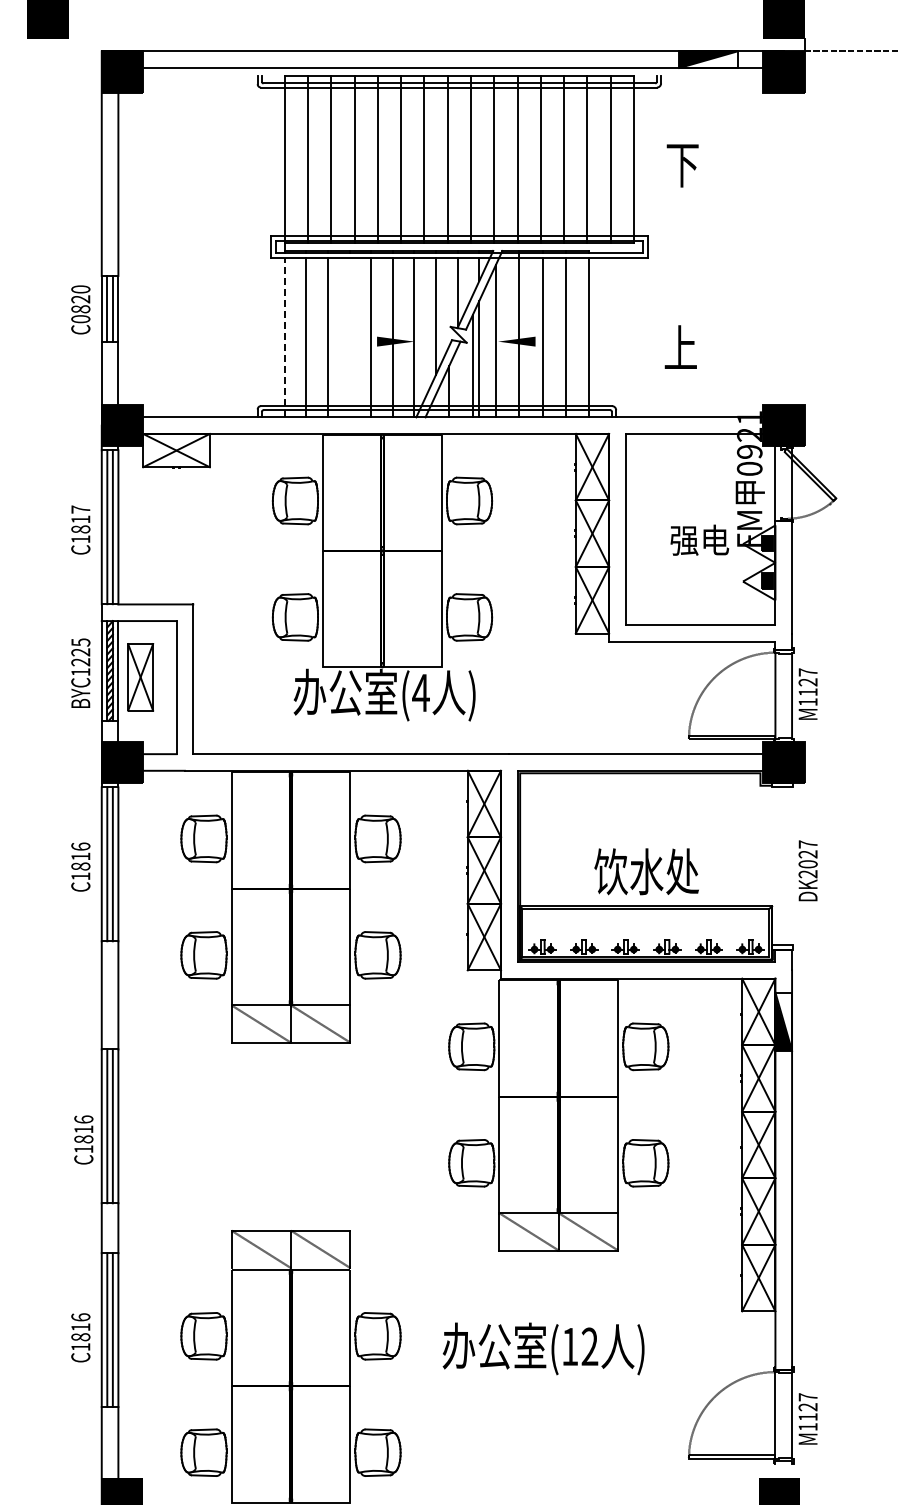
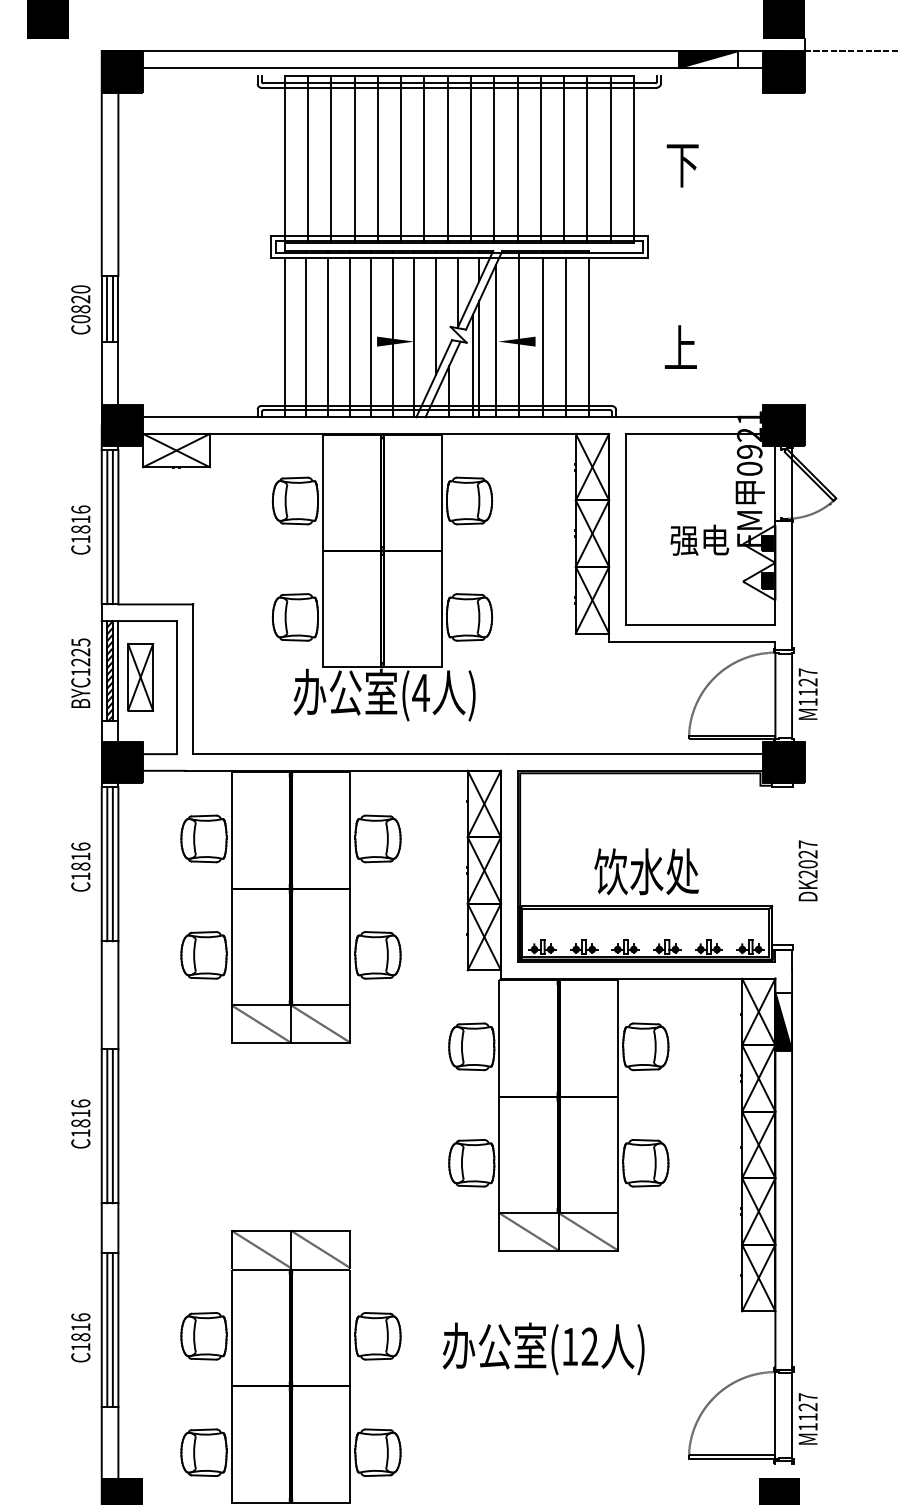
line at (284, 337): dashed -> solid
line at (349, 337): none -> present
text at (80, 509): C1817 -> C1816
text at (83, 1139) position: (83, 1139) -> (80, 1123)
